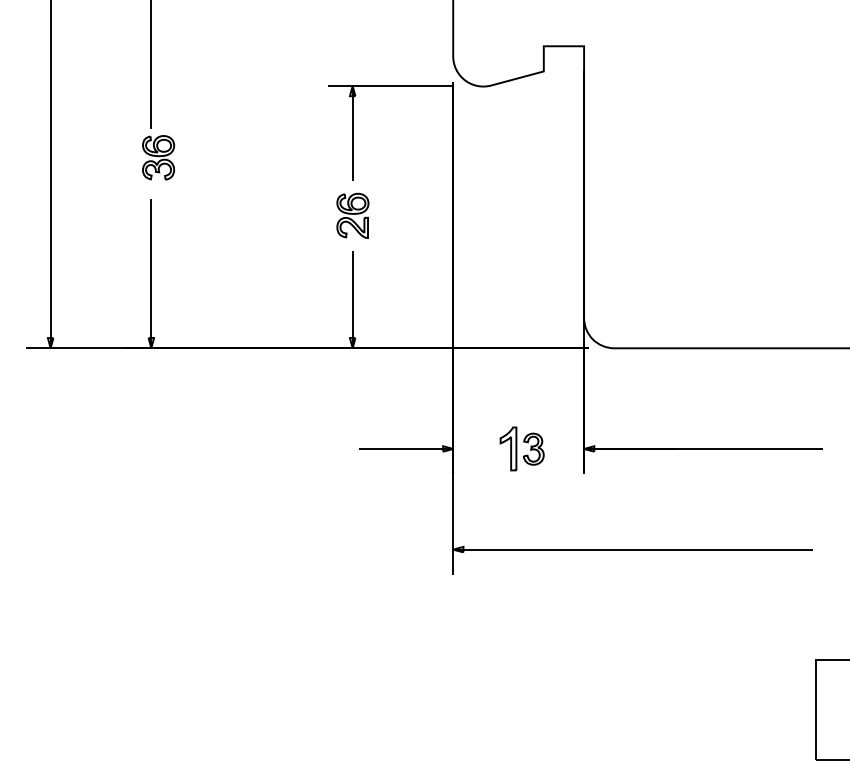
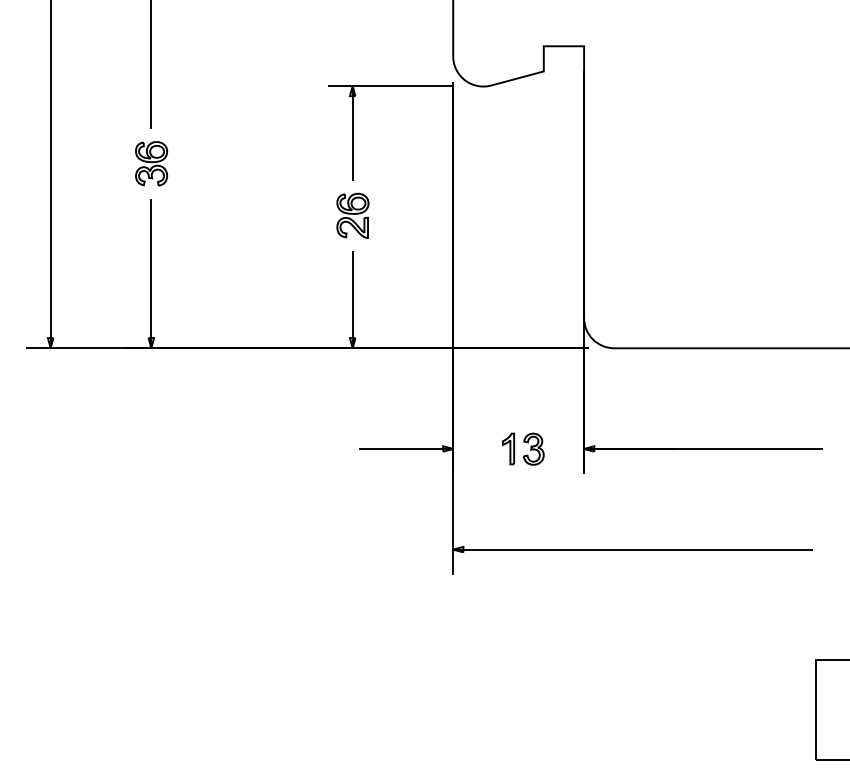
part at (158, 157) position: (158, 157) -> (151, 163)
part at (508, 448) size: 19x46 px -> 13x34 px
